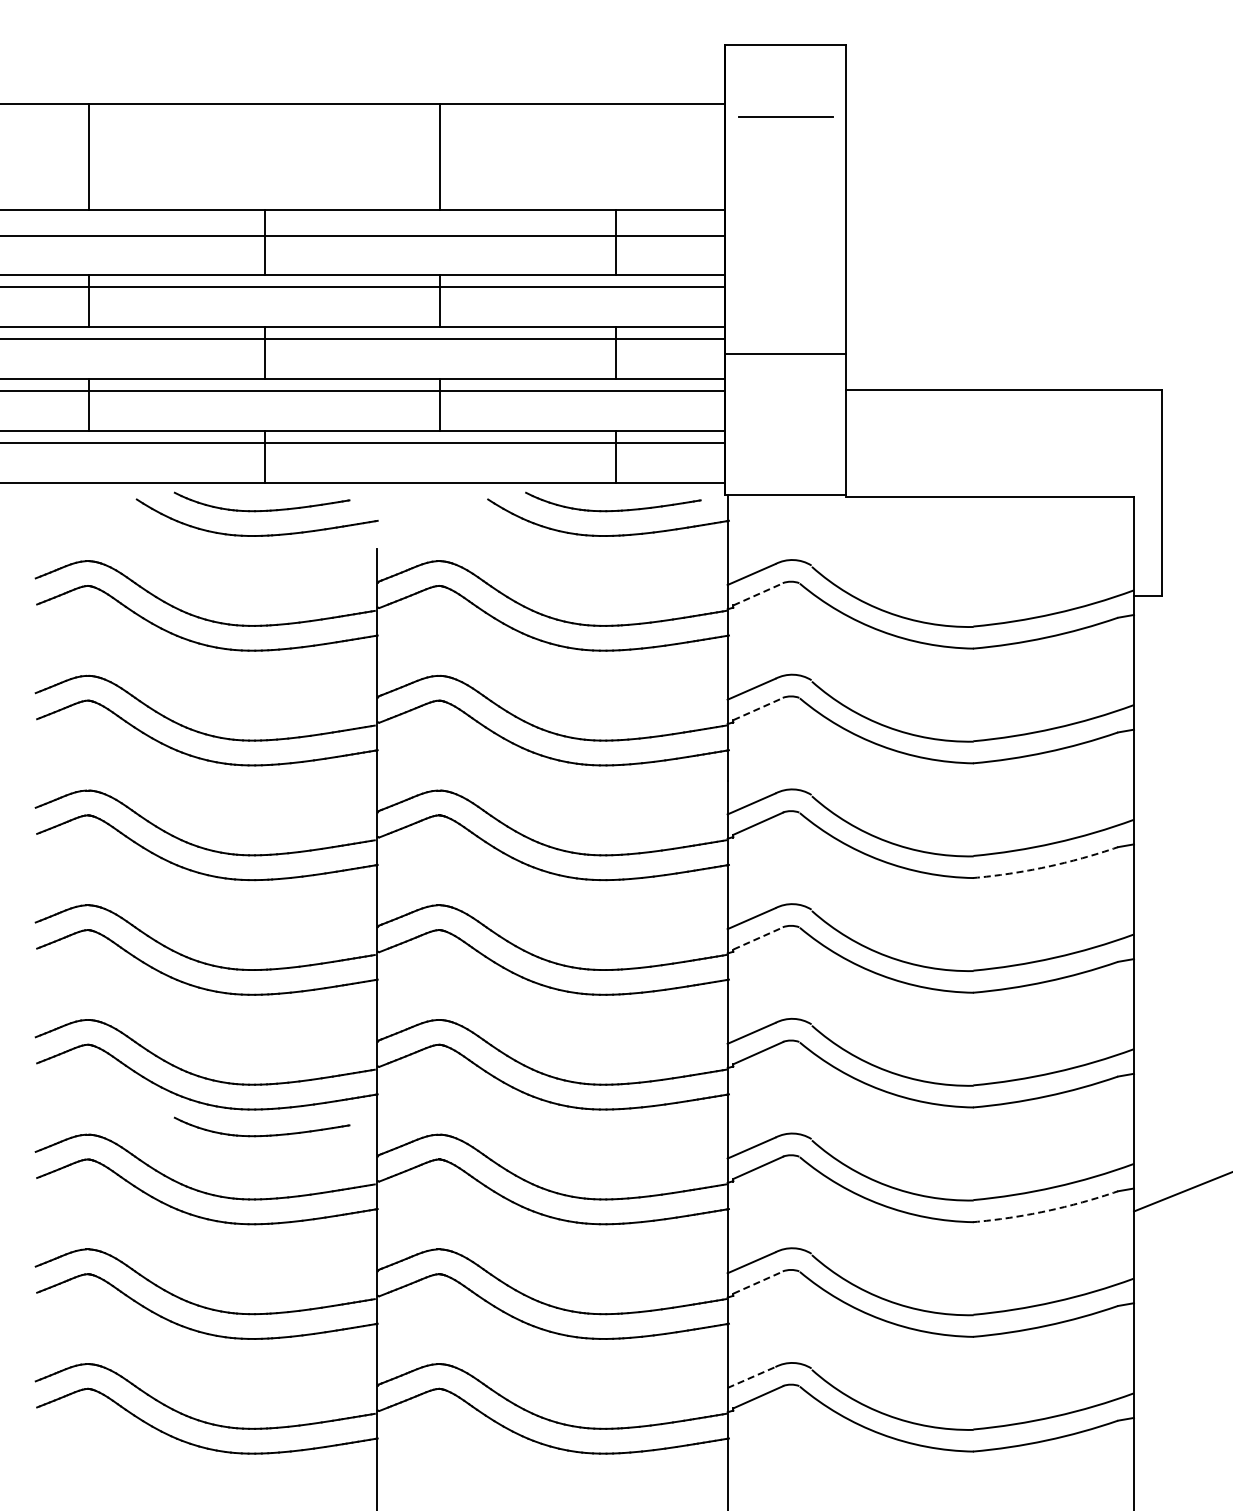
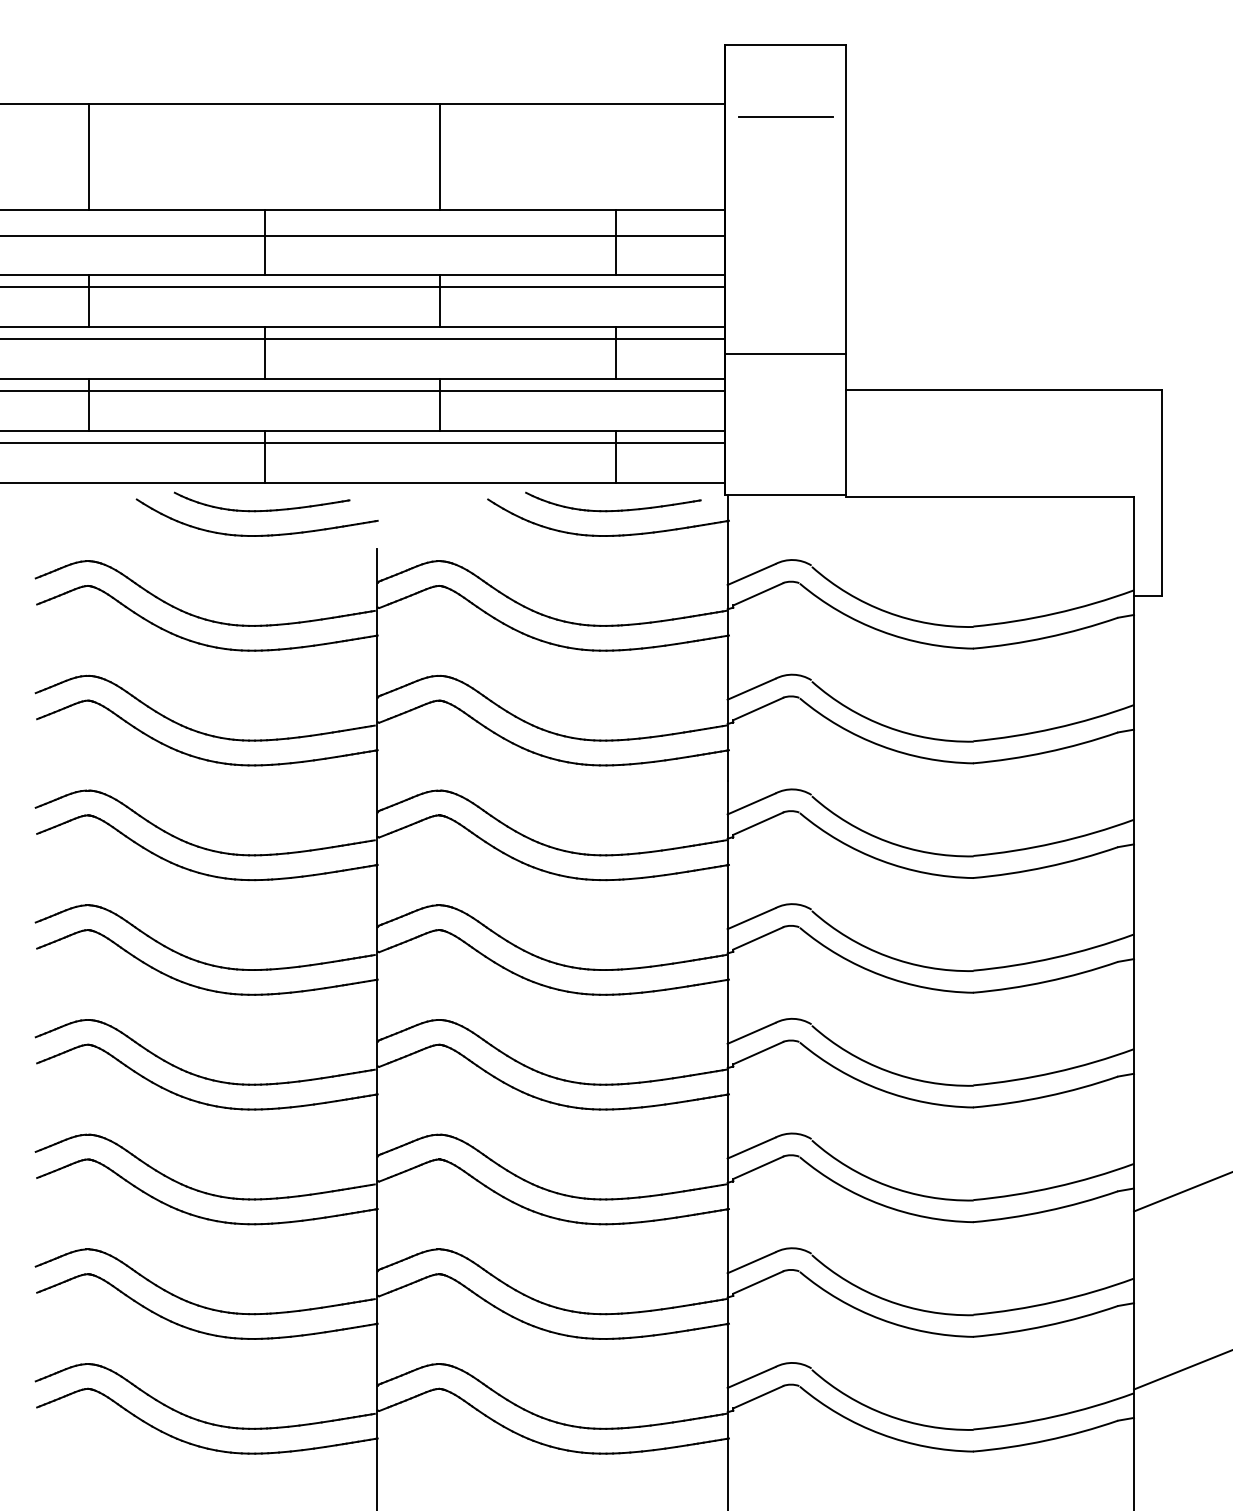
line at (758, 594): dashed -> solid
line at (758, 708): dashed -> solid
arc at (1046, 867): dashed -> solid
line at (758, 938): dashed -> solid
part at (261, 1135): present -> none
arc at (1046, 1211): dashed -> solid
line at (758, 1282): dashed -> solid
line at (1181, 1370): none -> present
line at (751, 1377): dashed -> solid
